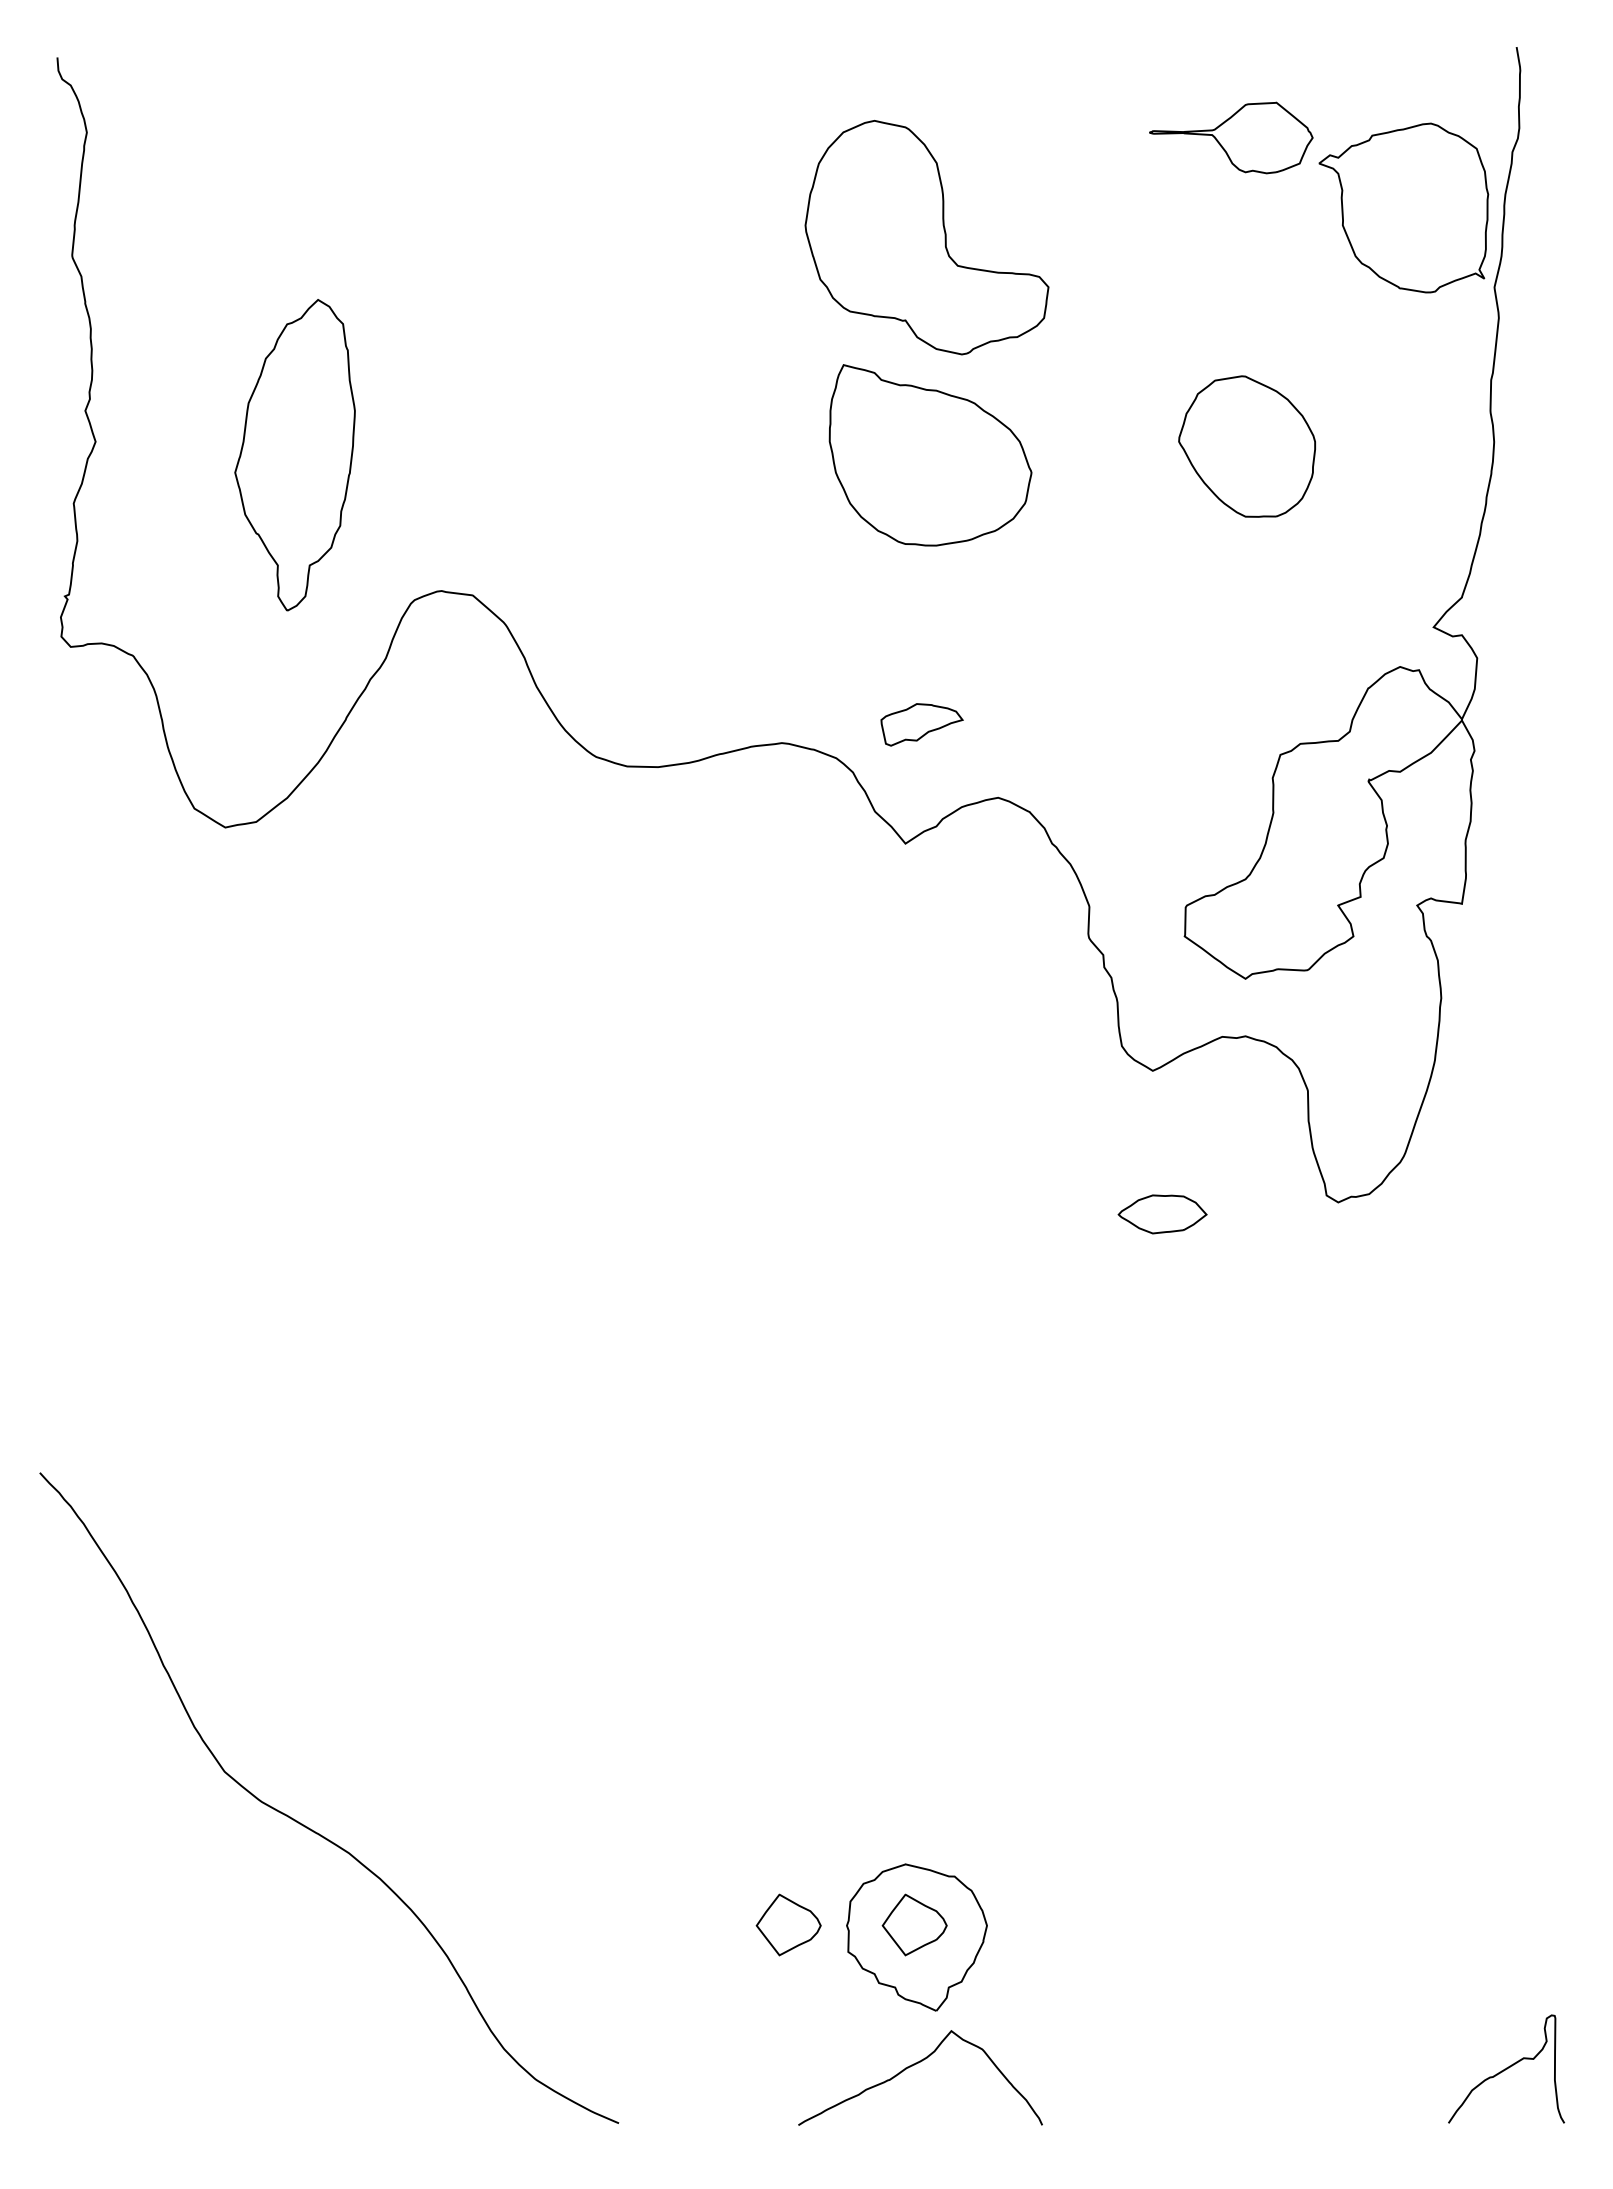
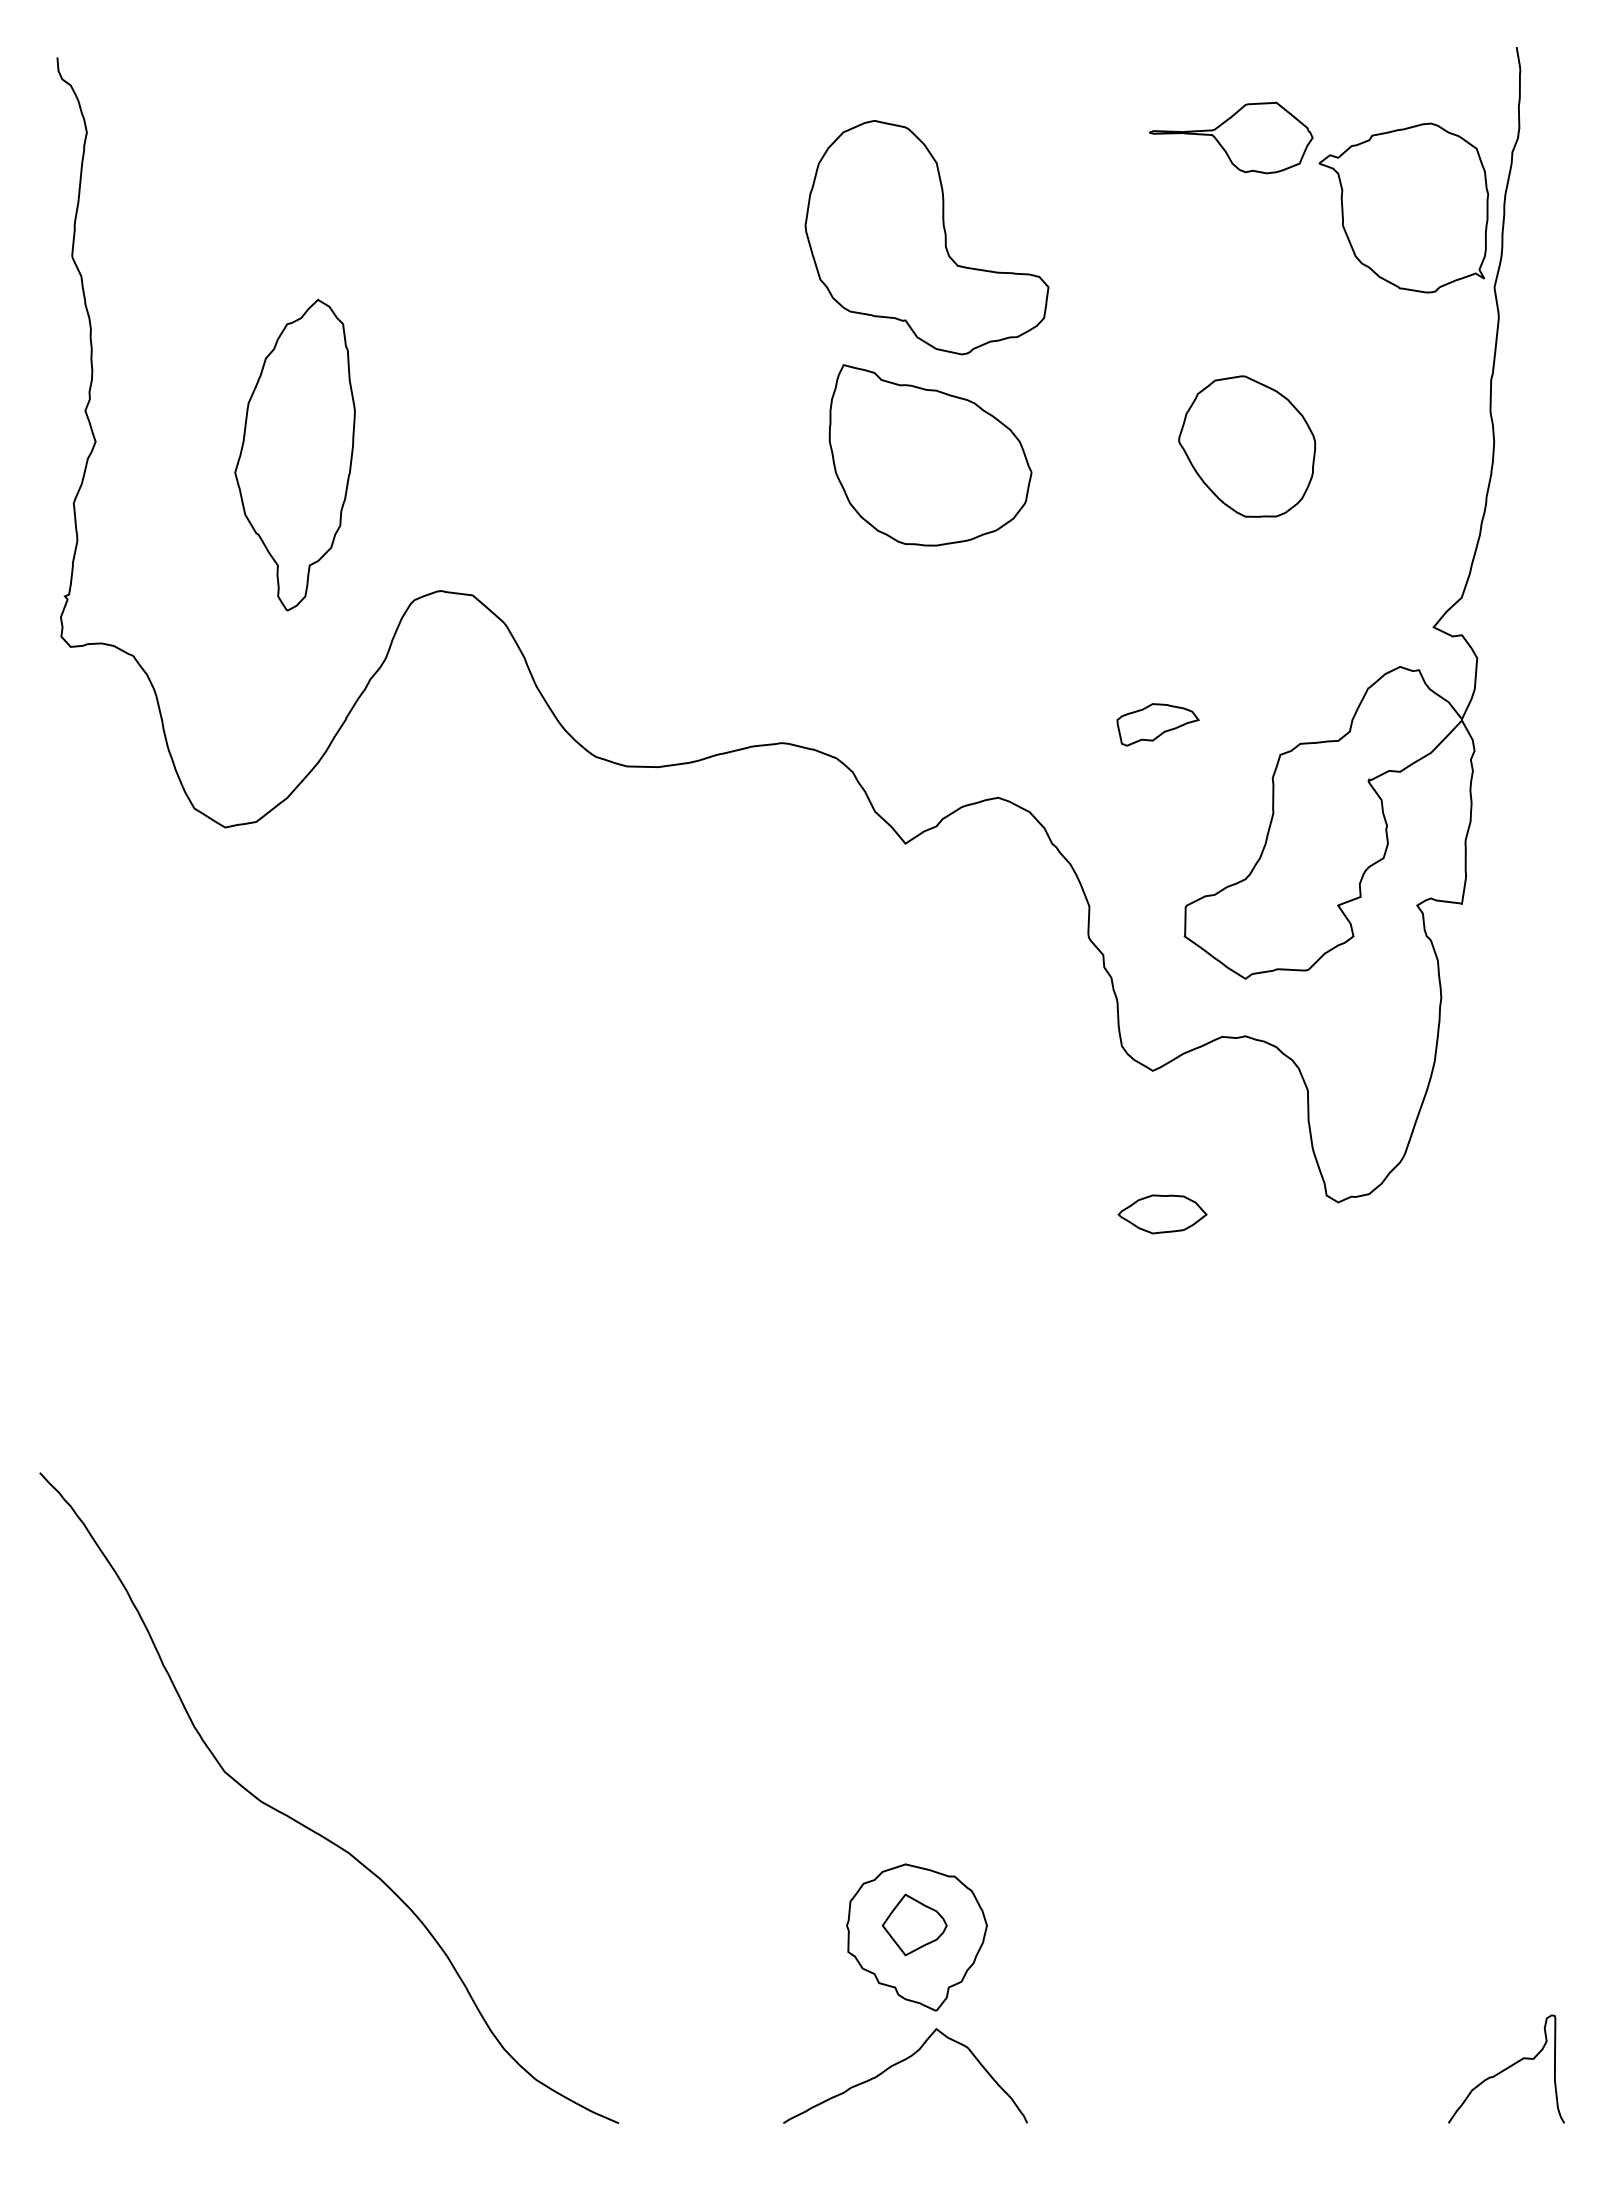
part at (921, 724) position: (921, 724) -> (1157, 724)
part at (788, 1924): present -> none
curve at (914, 2065) position: (914, 2065) -> (899, 2063)
